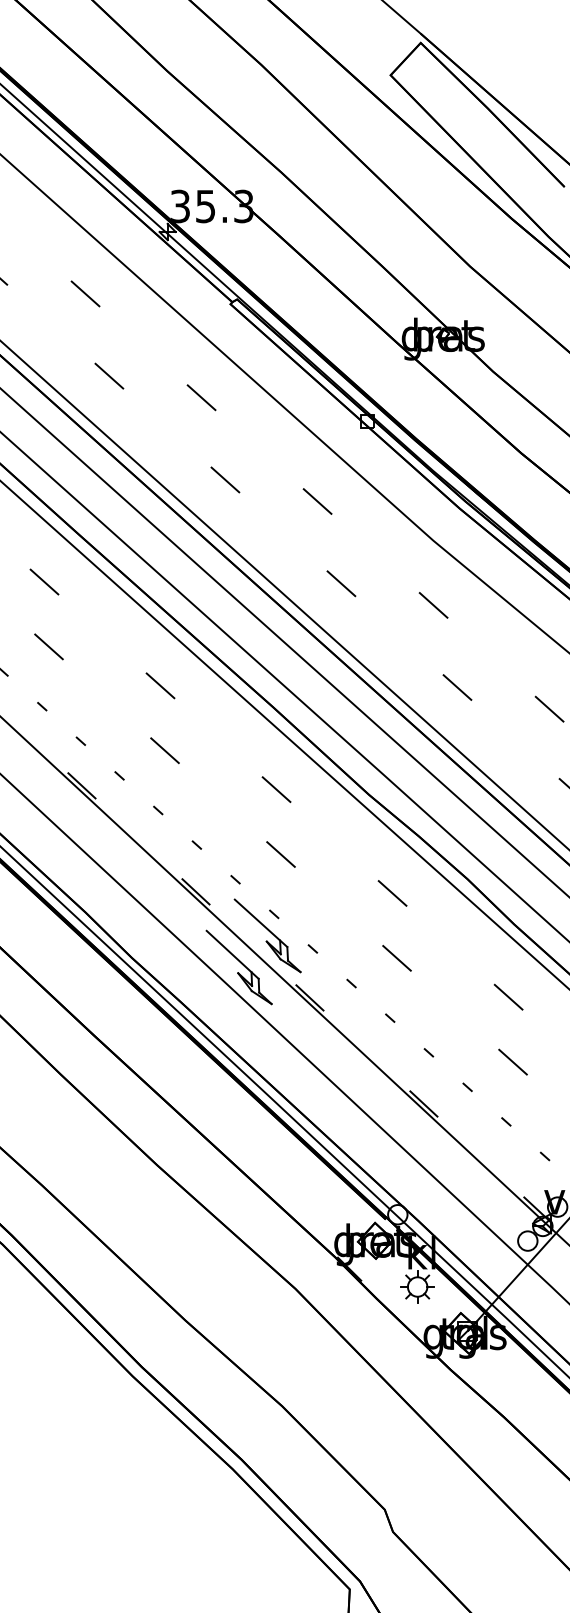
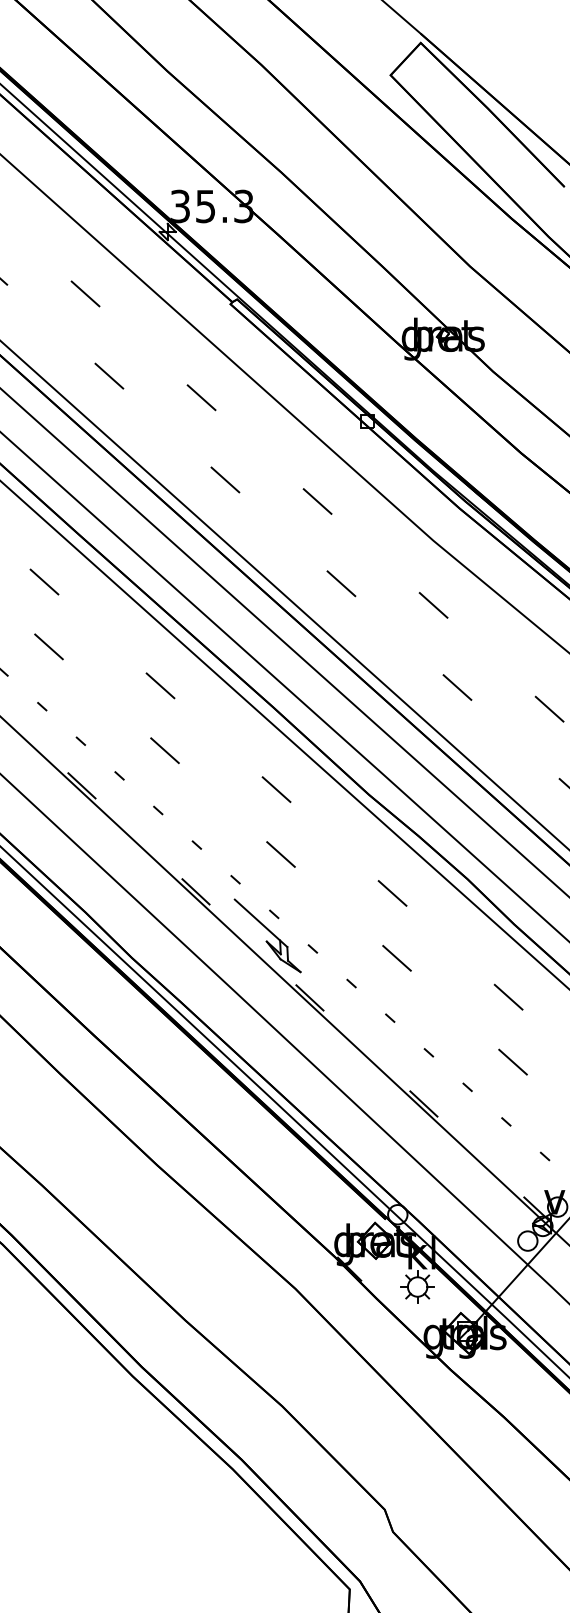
part at (238, 967): present -> none
